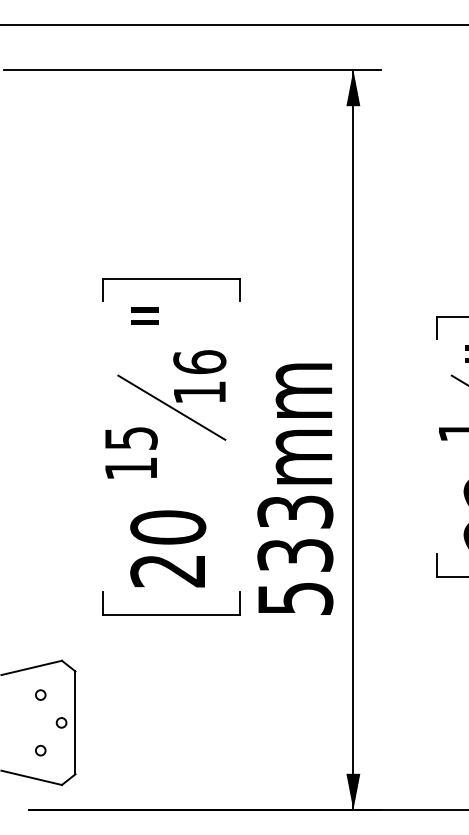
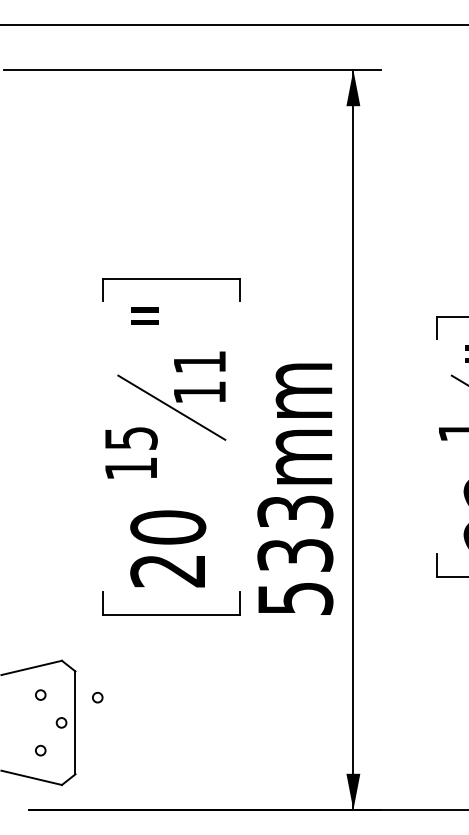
text at (199, 362): 16 -> 11
circle at (97, 697): none -> present
